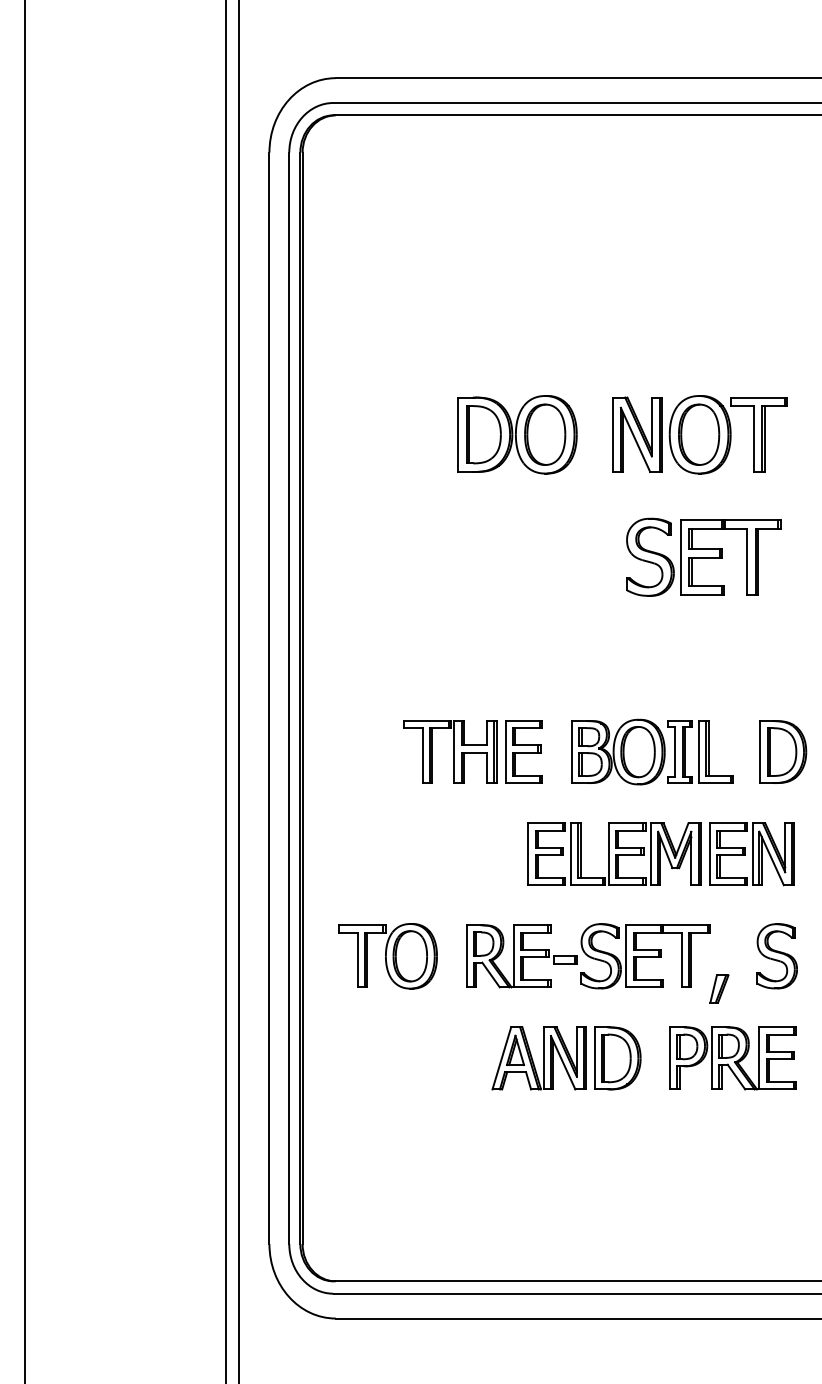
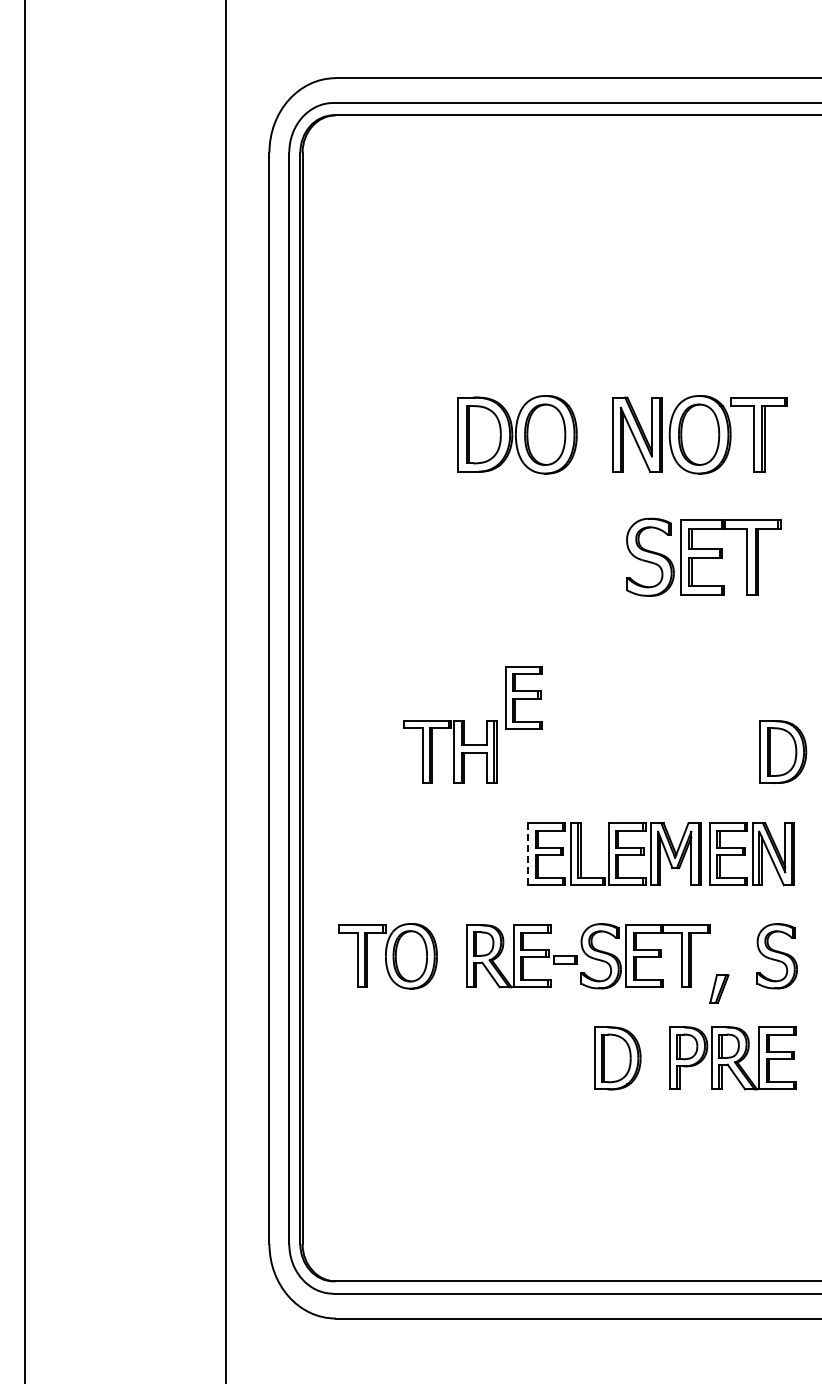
line at (239, 691): present -> none
part at (523, 751) position: (523, 751) -> (523, 697)
part at (652, 751): present -> none
line at (528, 854): solid -> dashed
part at (538, 1058): present -> none
